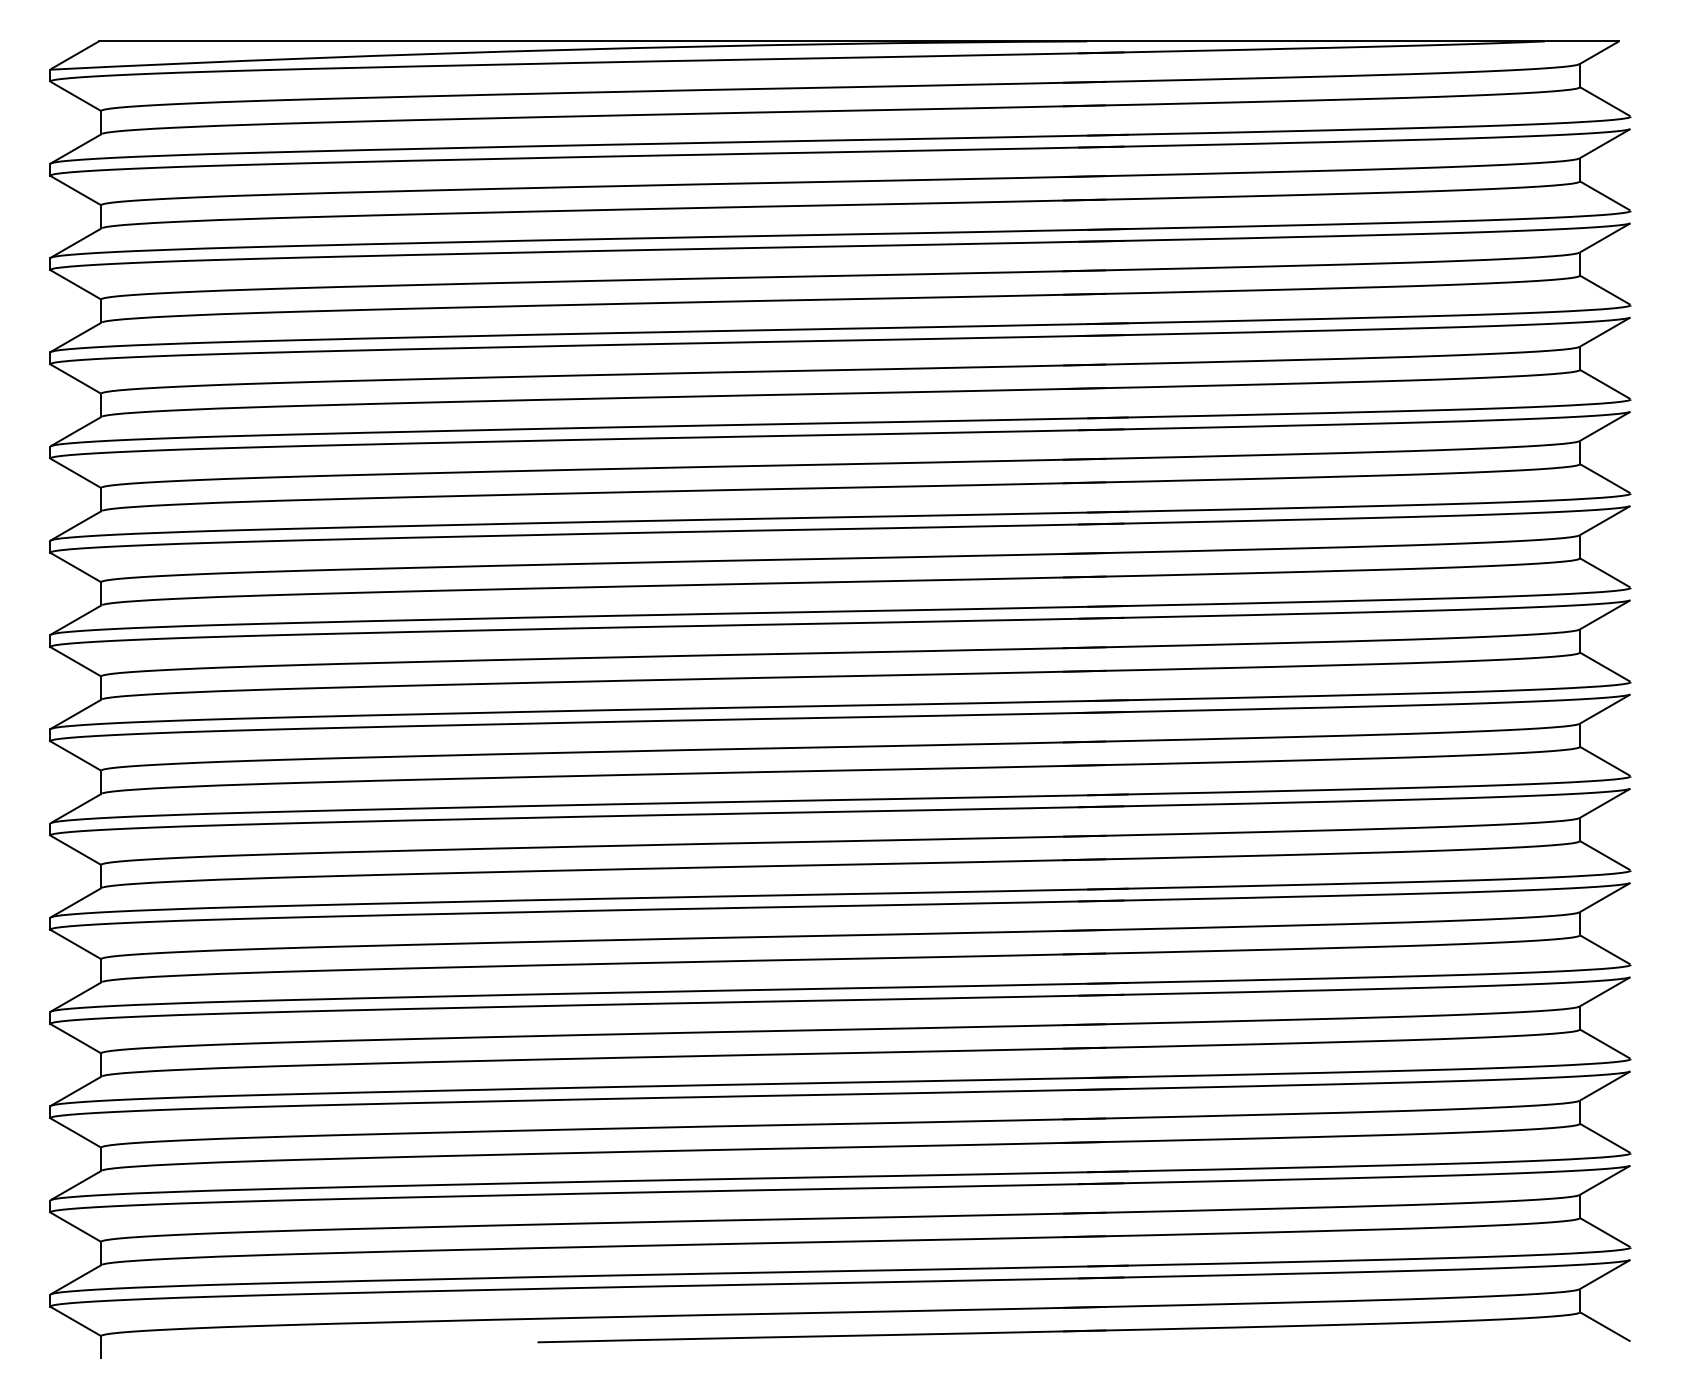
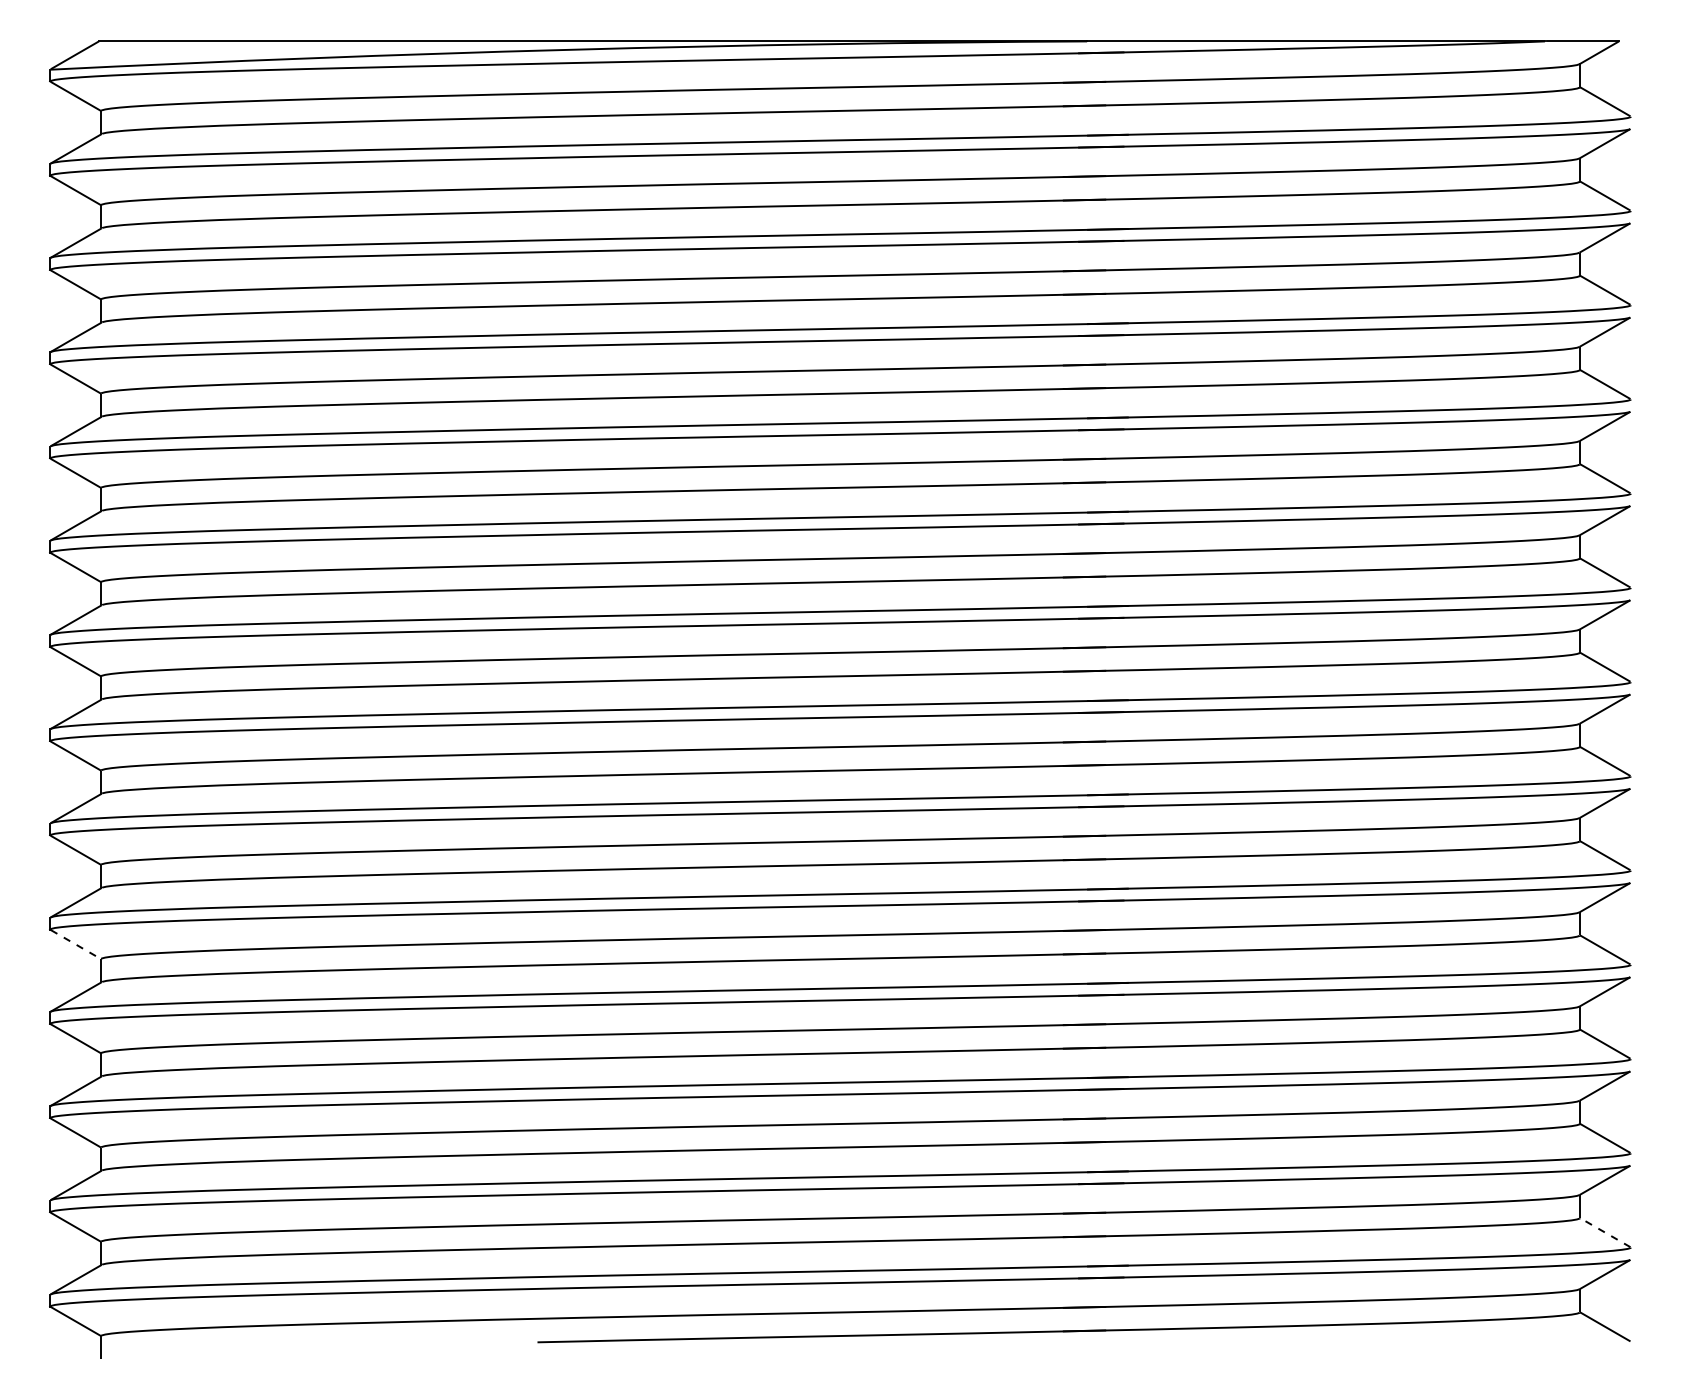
line at (76, 944): solid -> dashed
line at (1605, 1232): solid -> dashed
